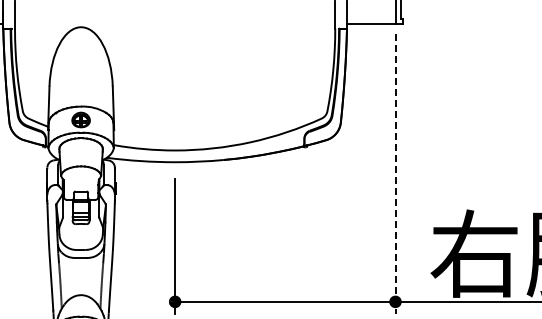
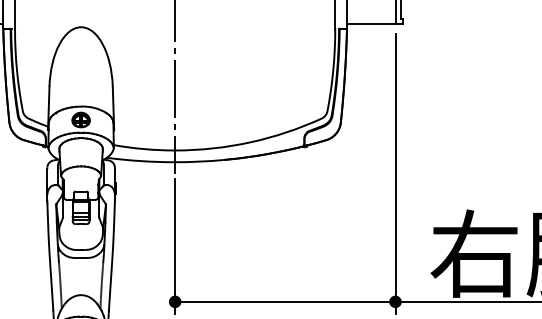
line at (175, 88): none -> present
line at (395, 173): dashed -> solid
